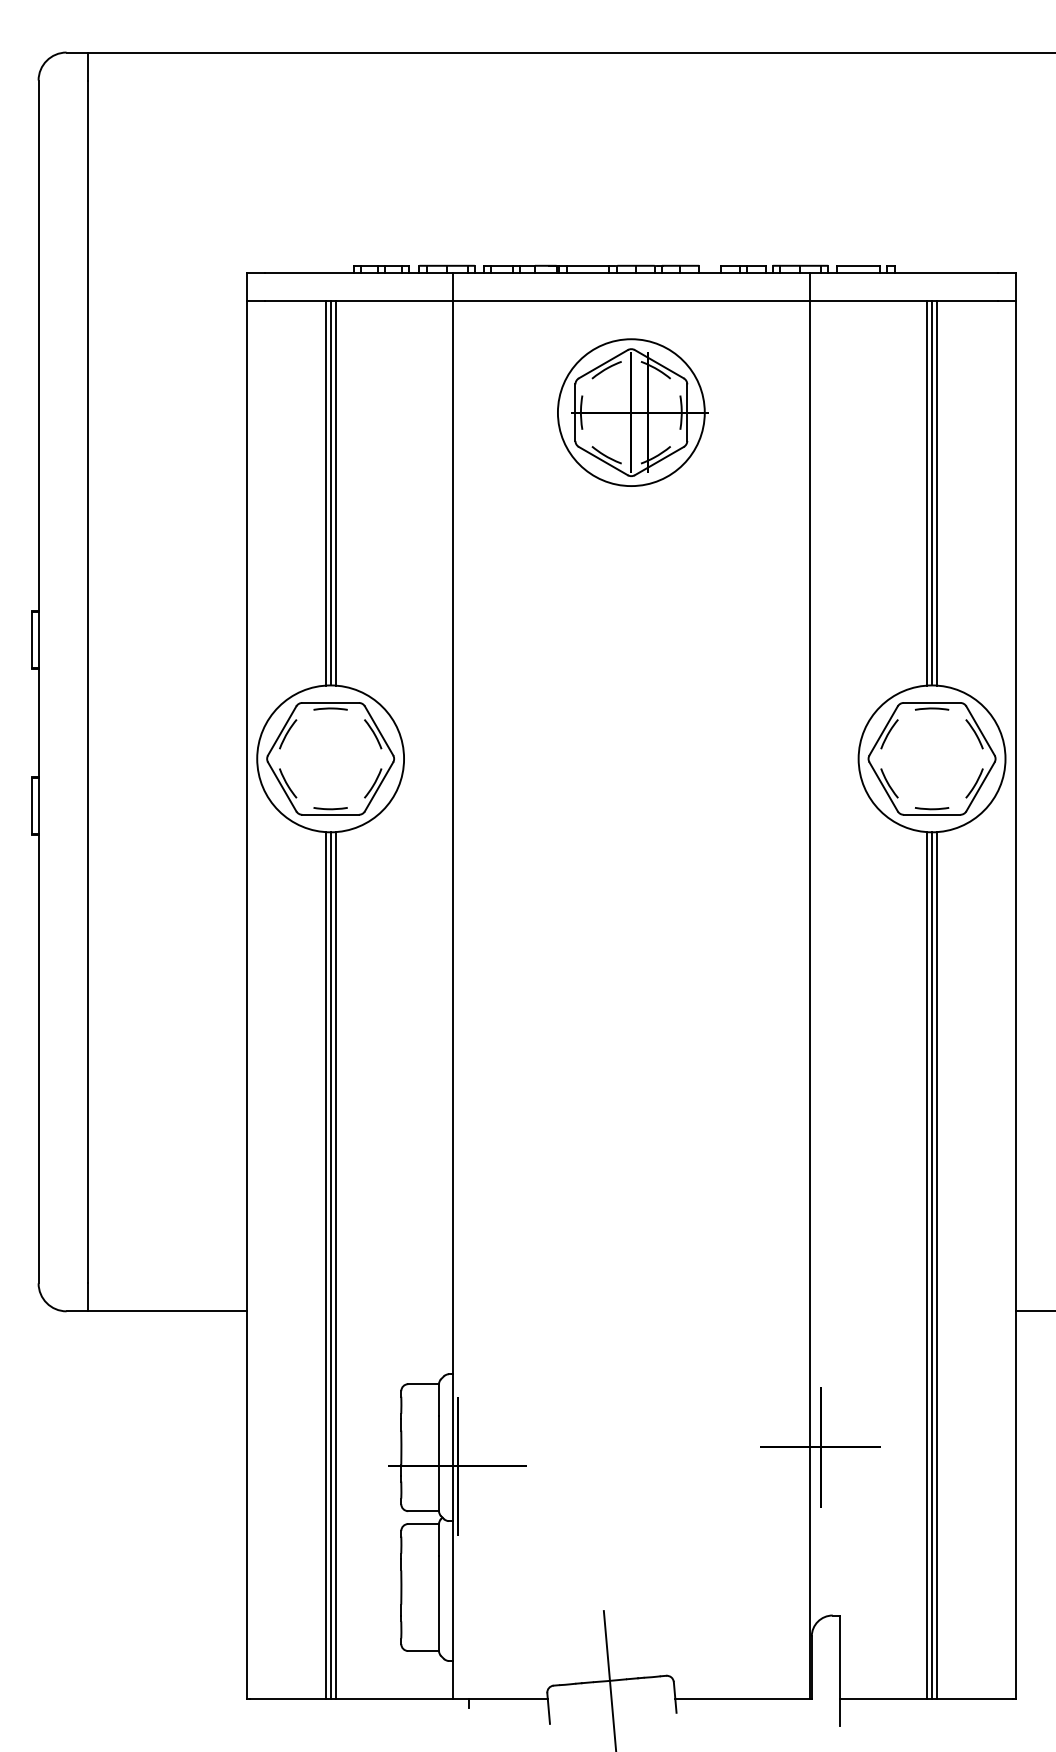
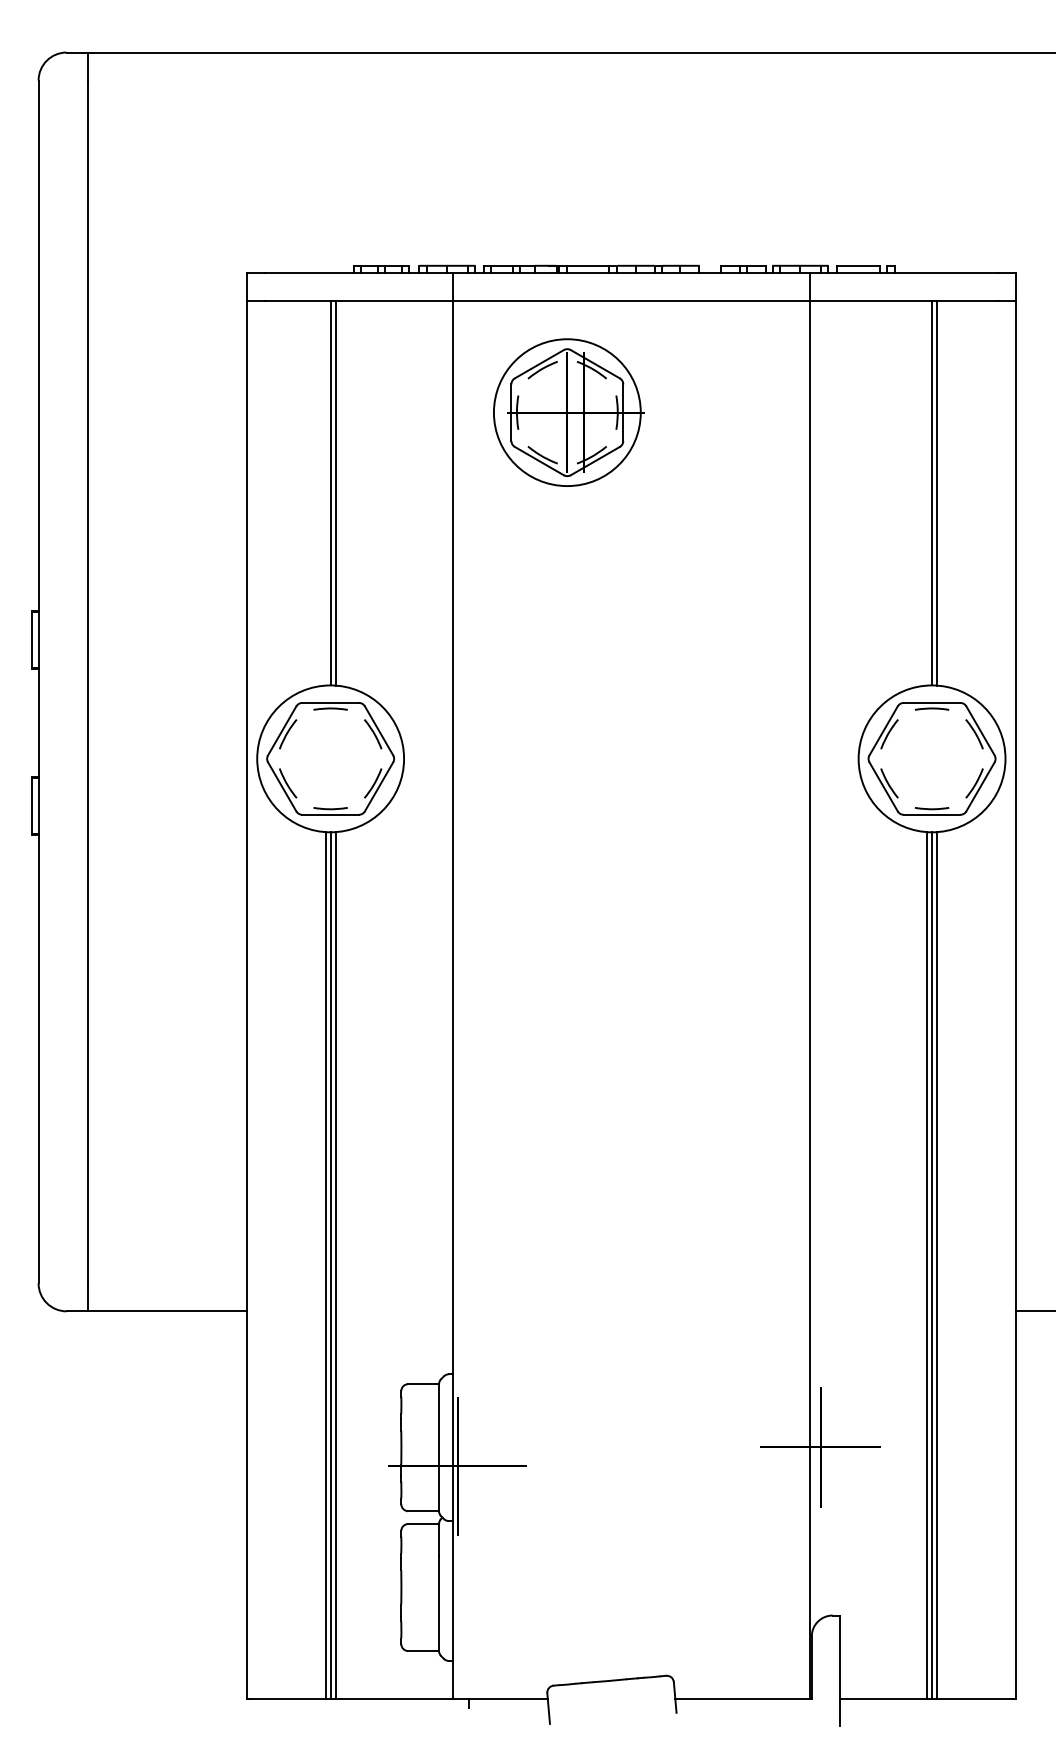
part at (632, 412) position: (632, 412) -> (568, 412)
line at (325, 492): present -> none
line at (927, 492): present -> none
line at (609, 1679): present -> none
